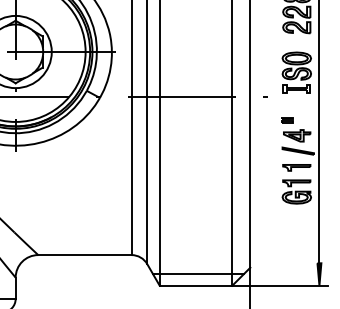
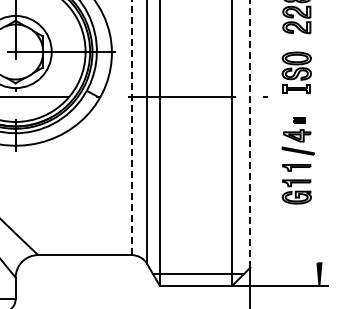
part at (287, 120) position: (287, 120) -> (299, 120)
line at (131, 127): solid -> dashed
line at (319, 132): present -> none
line at (250, 134): solid -> dashed
